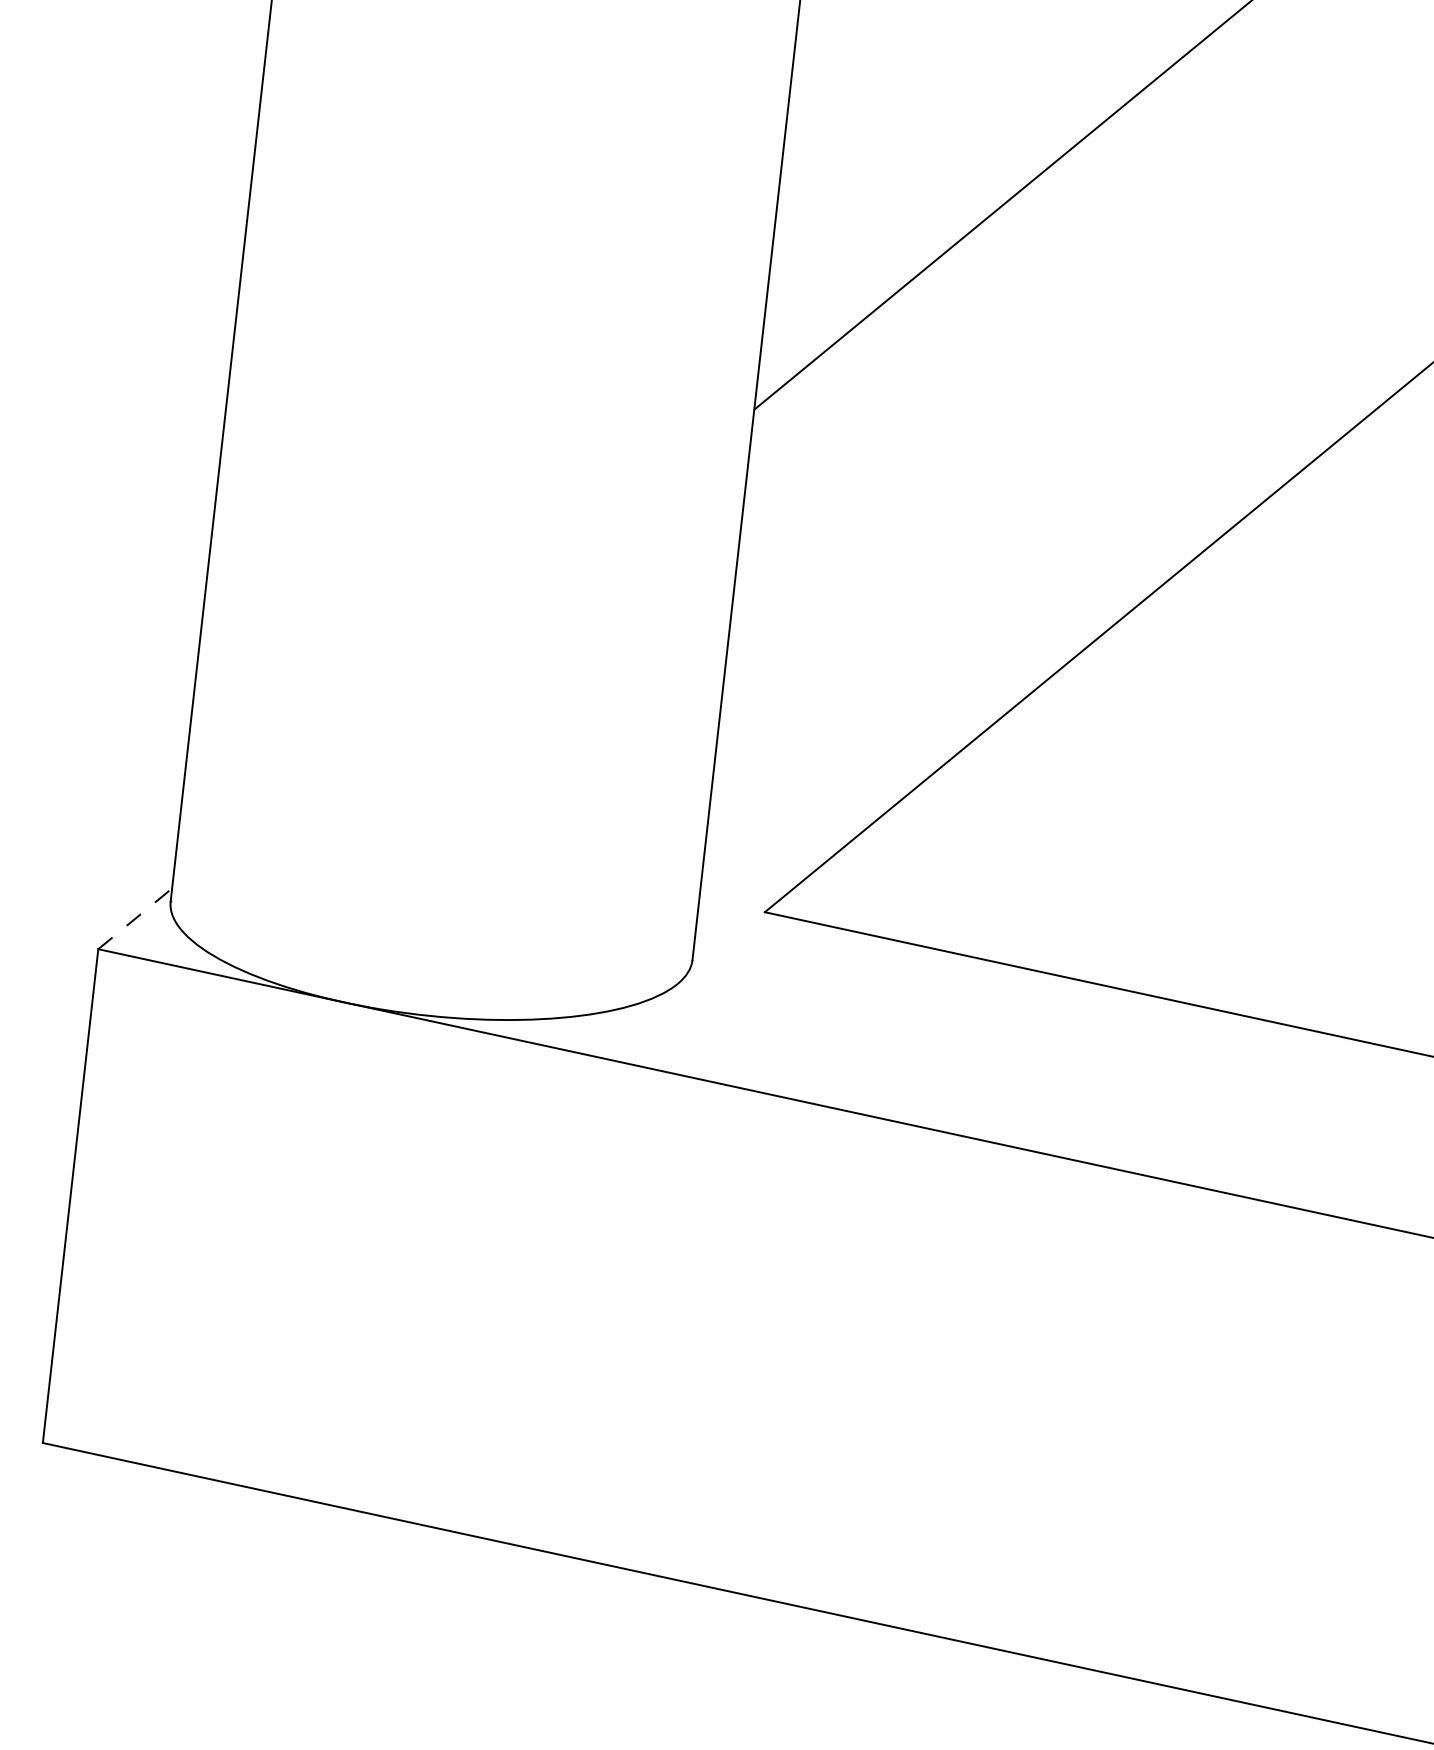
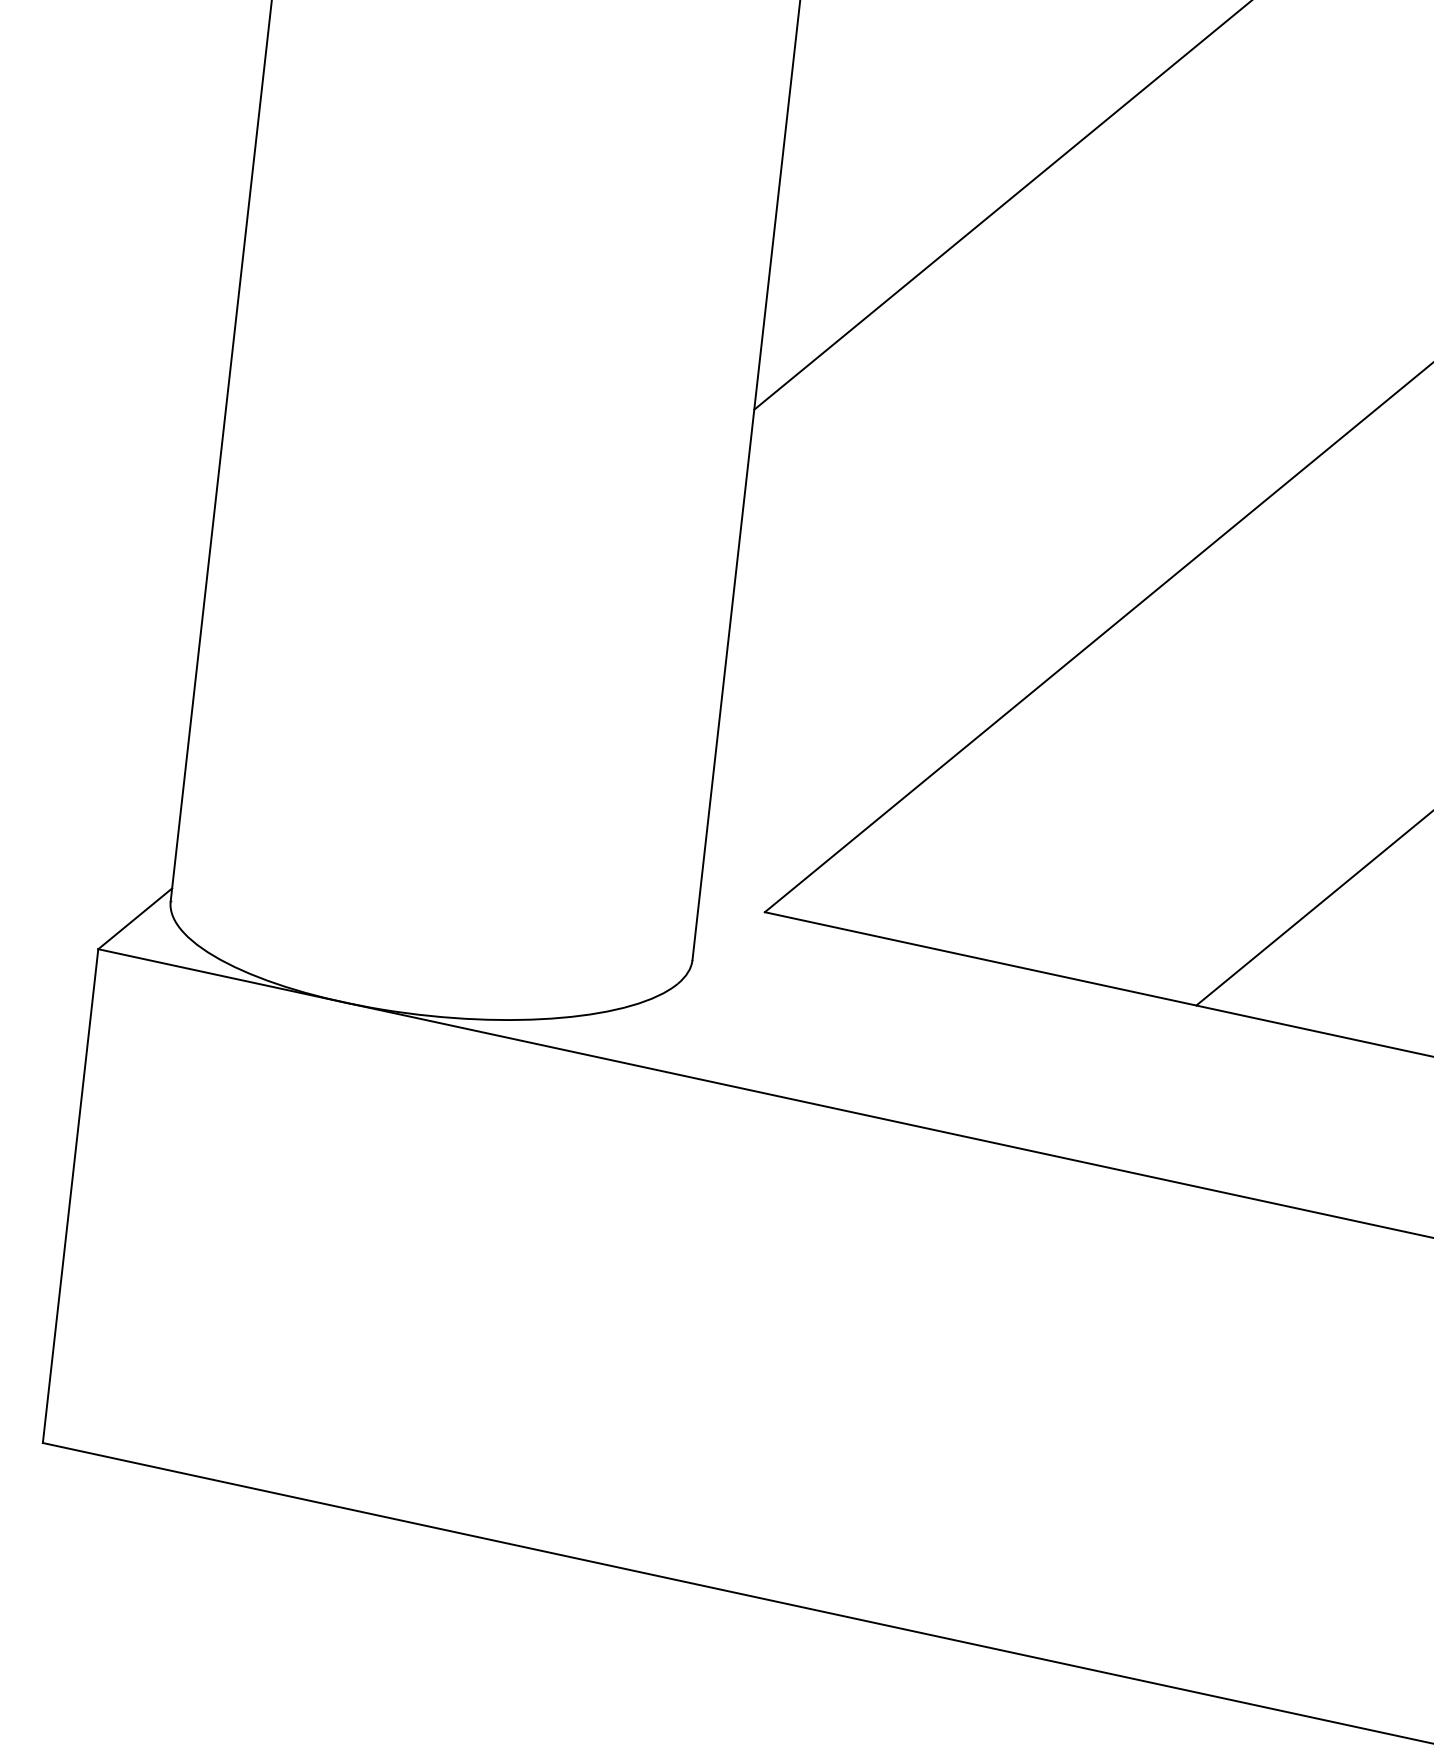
line at (1313, 909): none -> present
line at (135, 918): dashed -> solid
